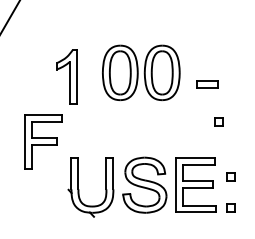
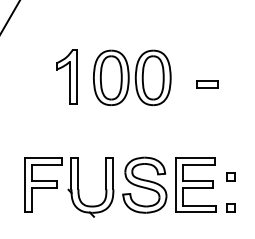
part at (141, 72) position: (141, 72) -> (132, 77)
part at (218, 121): present -> none
part at (43, 141) position: (43, 141) -> (43, 184)
